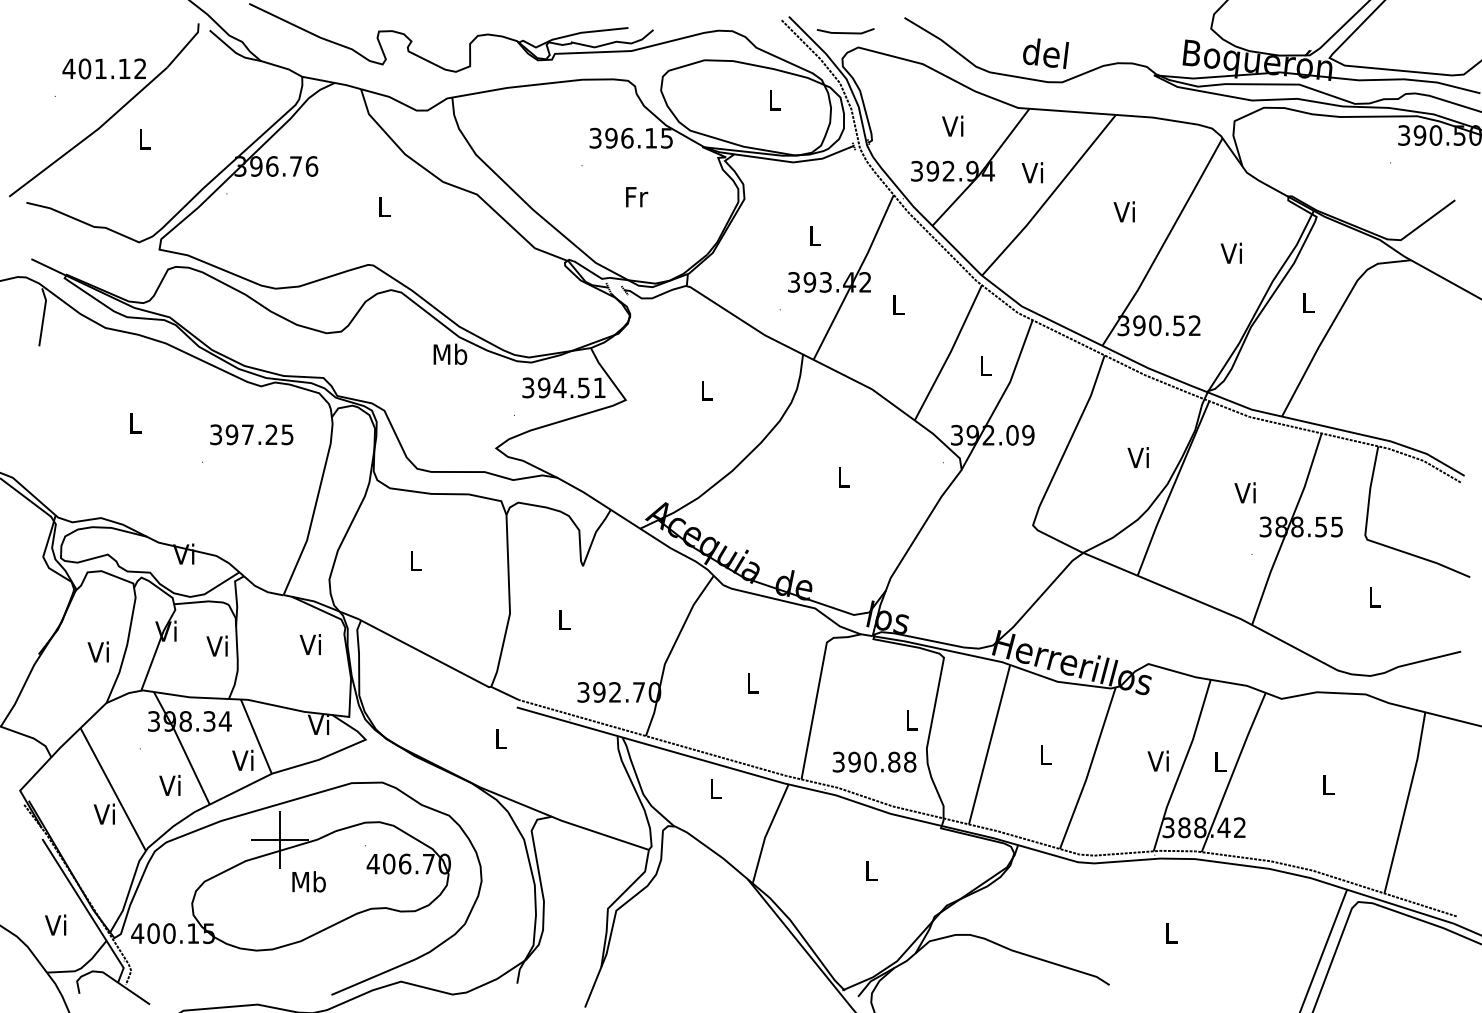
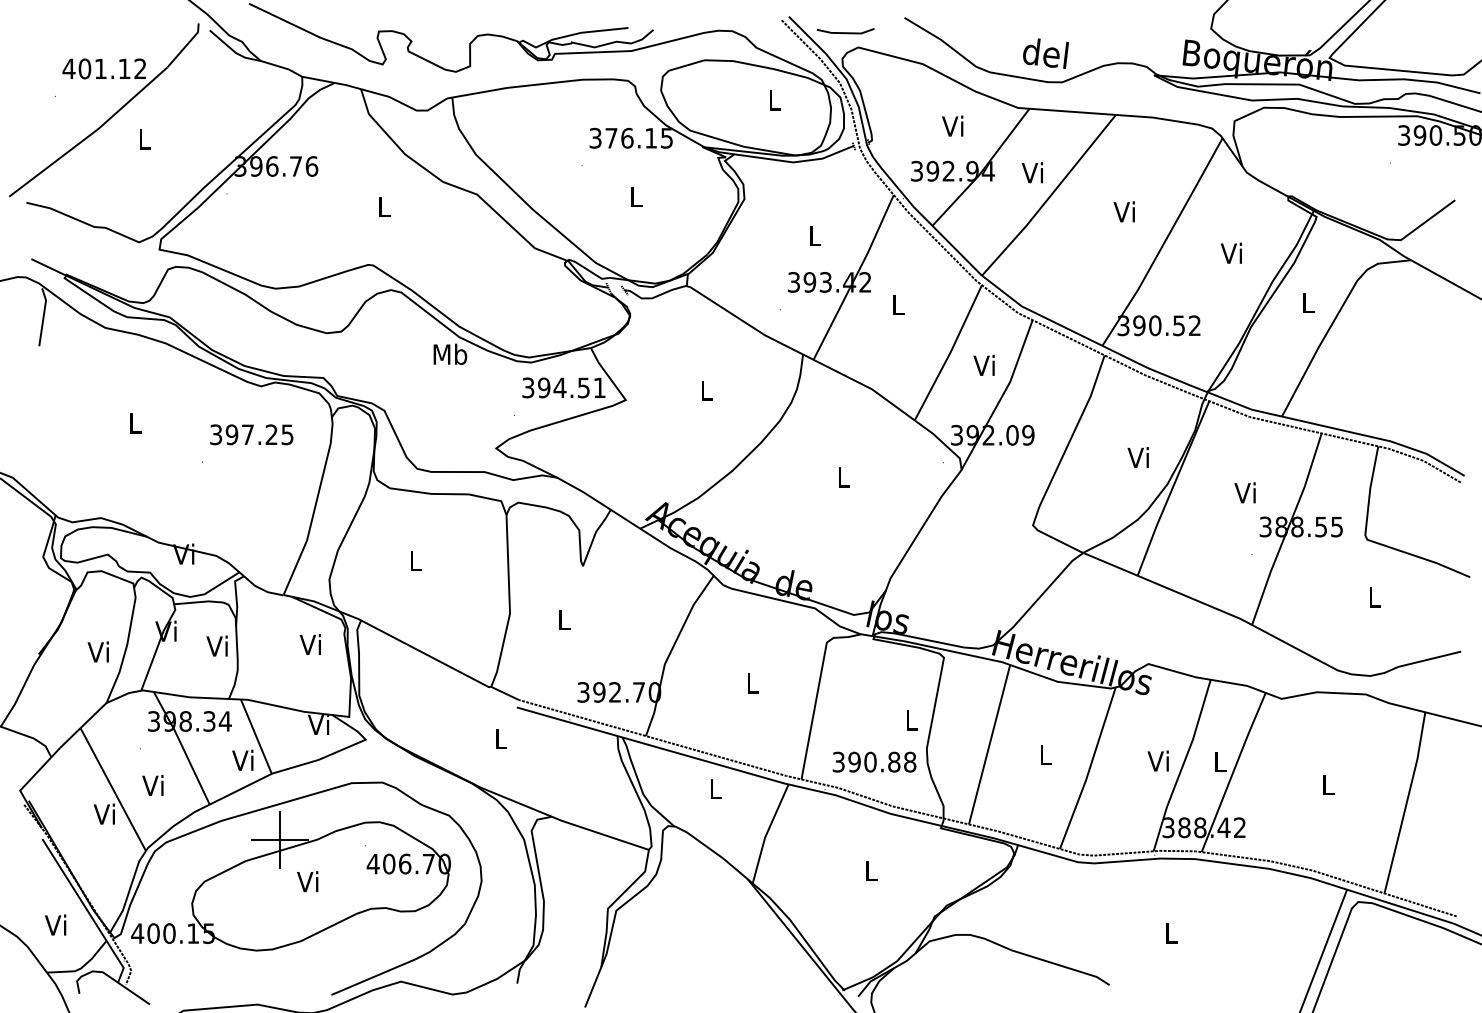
text at (611, 137): 396.15 -> 376.15
text at (637, 197): Fr -> L
text at (983, 364): L -> Vi
text at (169, 785) position: (169, 785) -> (152, 785)
text at (308, 881): Mb -> Vi
